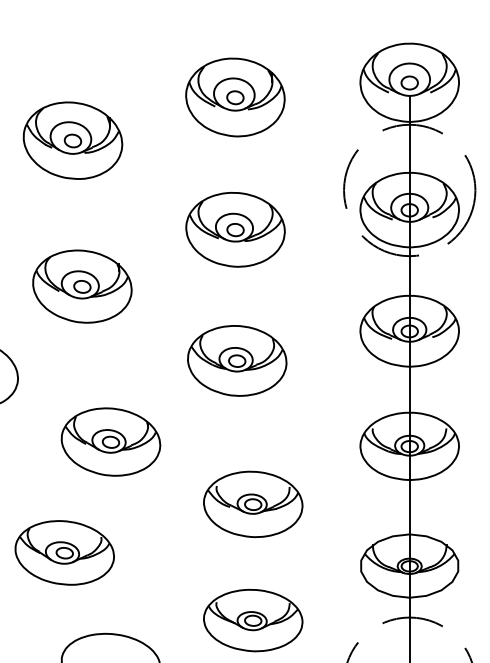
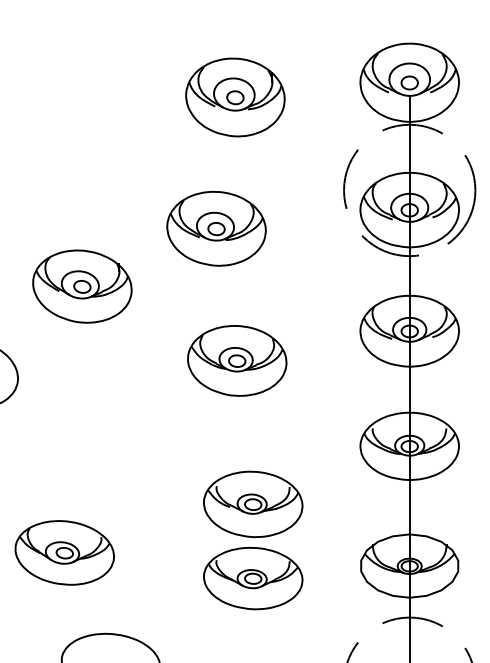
part at (72, 140): present -> none
part at (235, 229) position: (235, 229) -> (216, 228)
part at (110, 441): present -> none
part at (253, 620) position: (253, 620) -> (253, 578)
